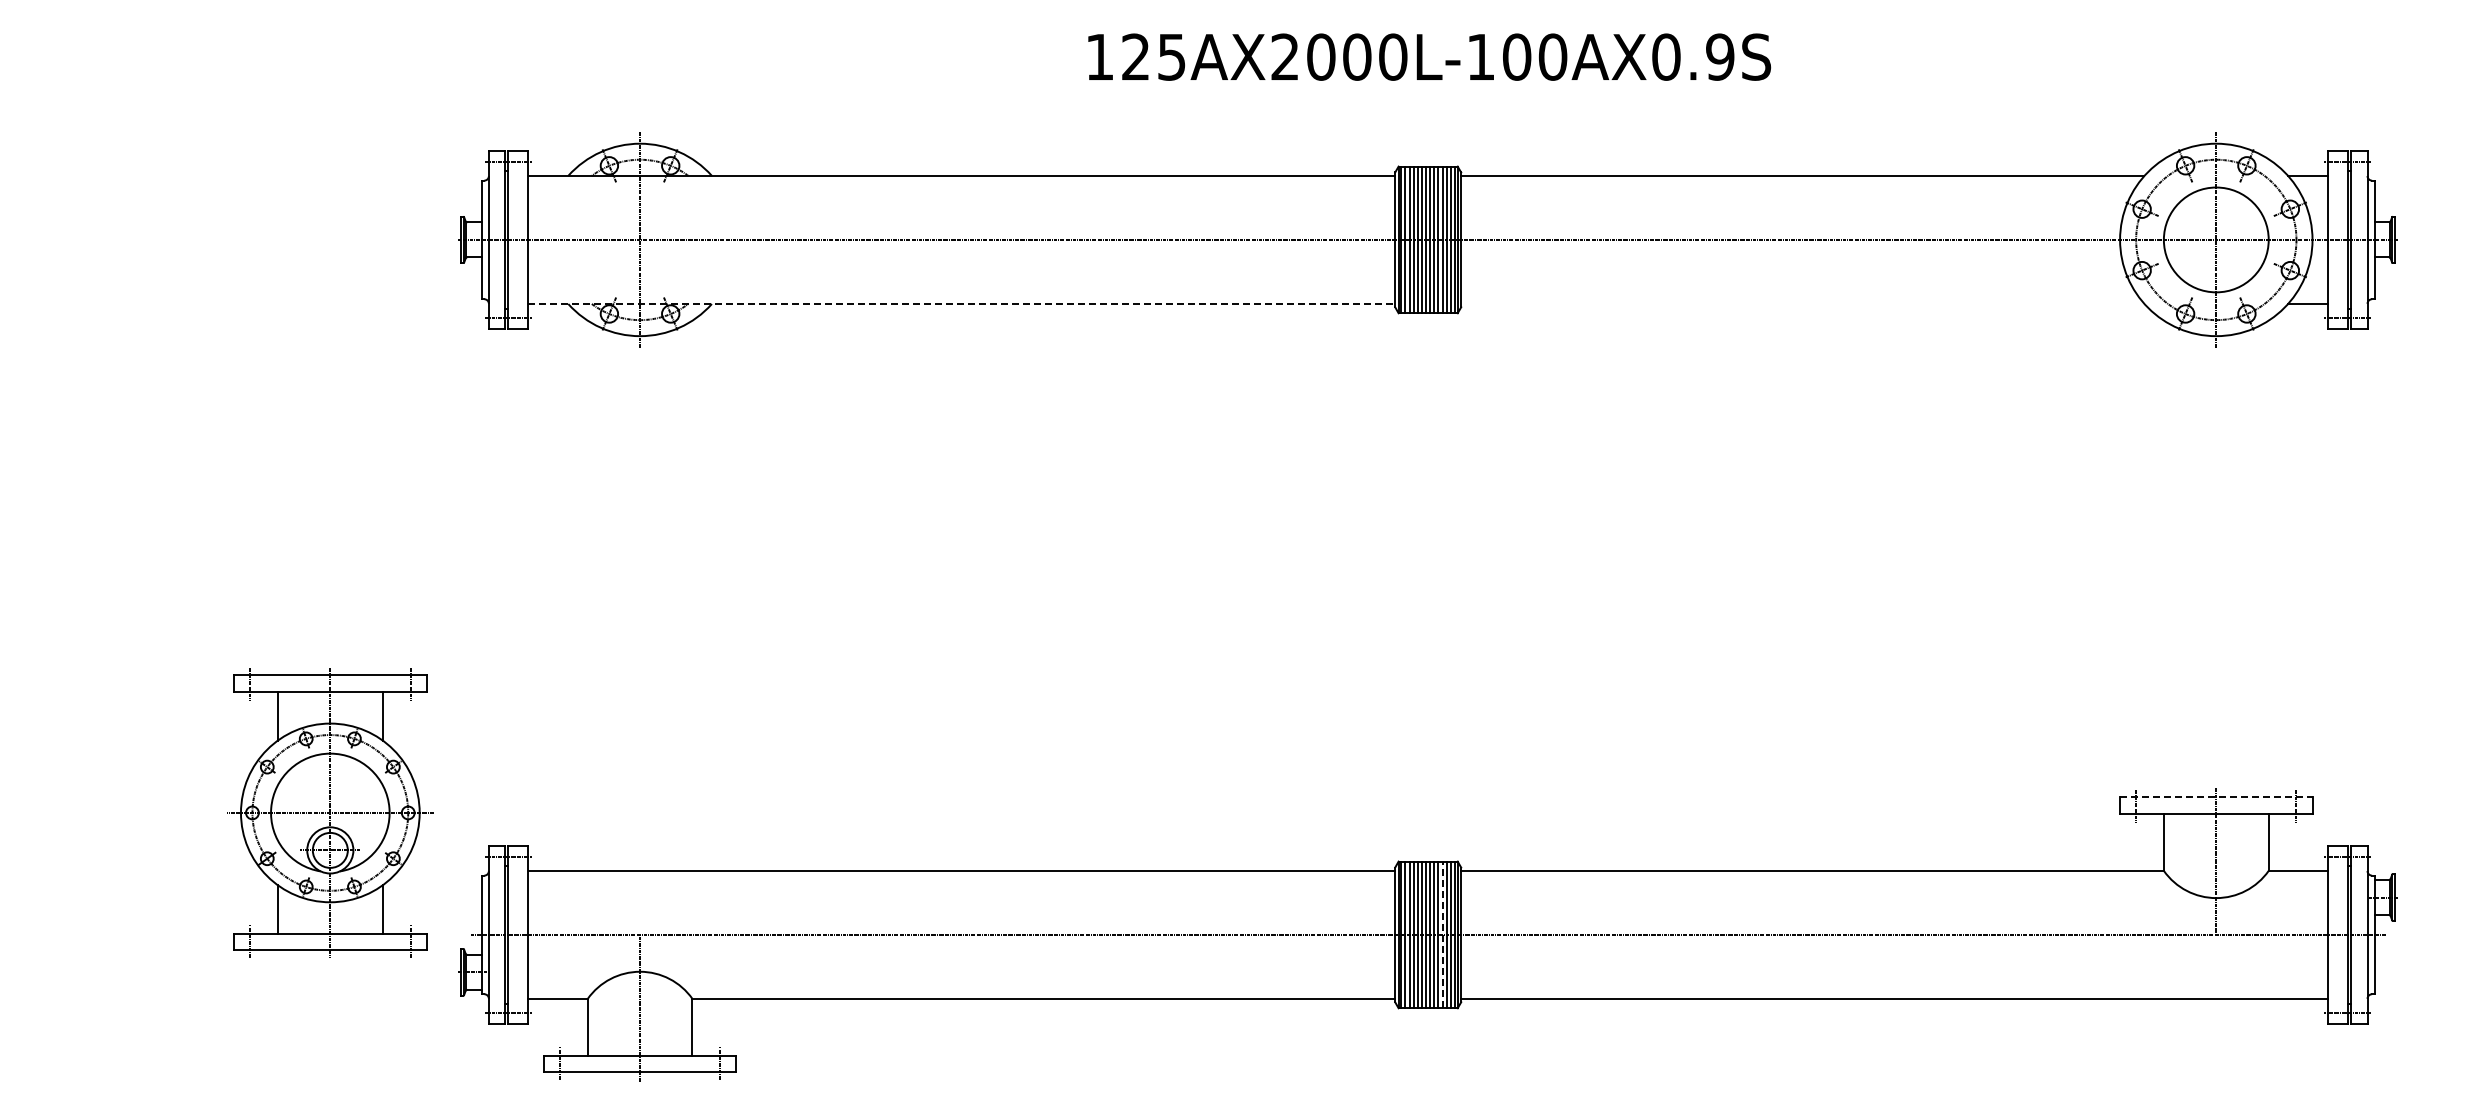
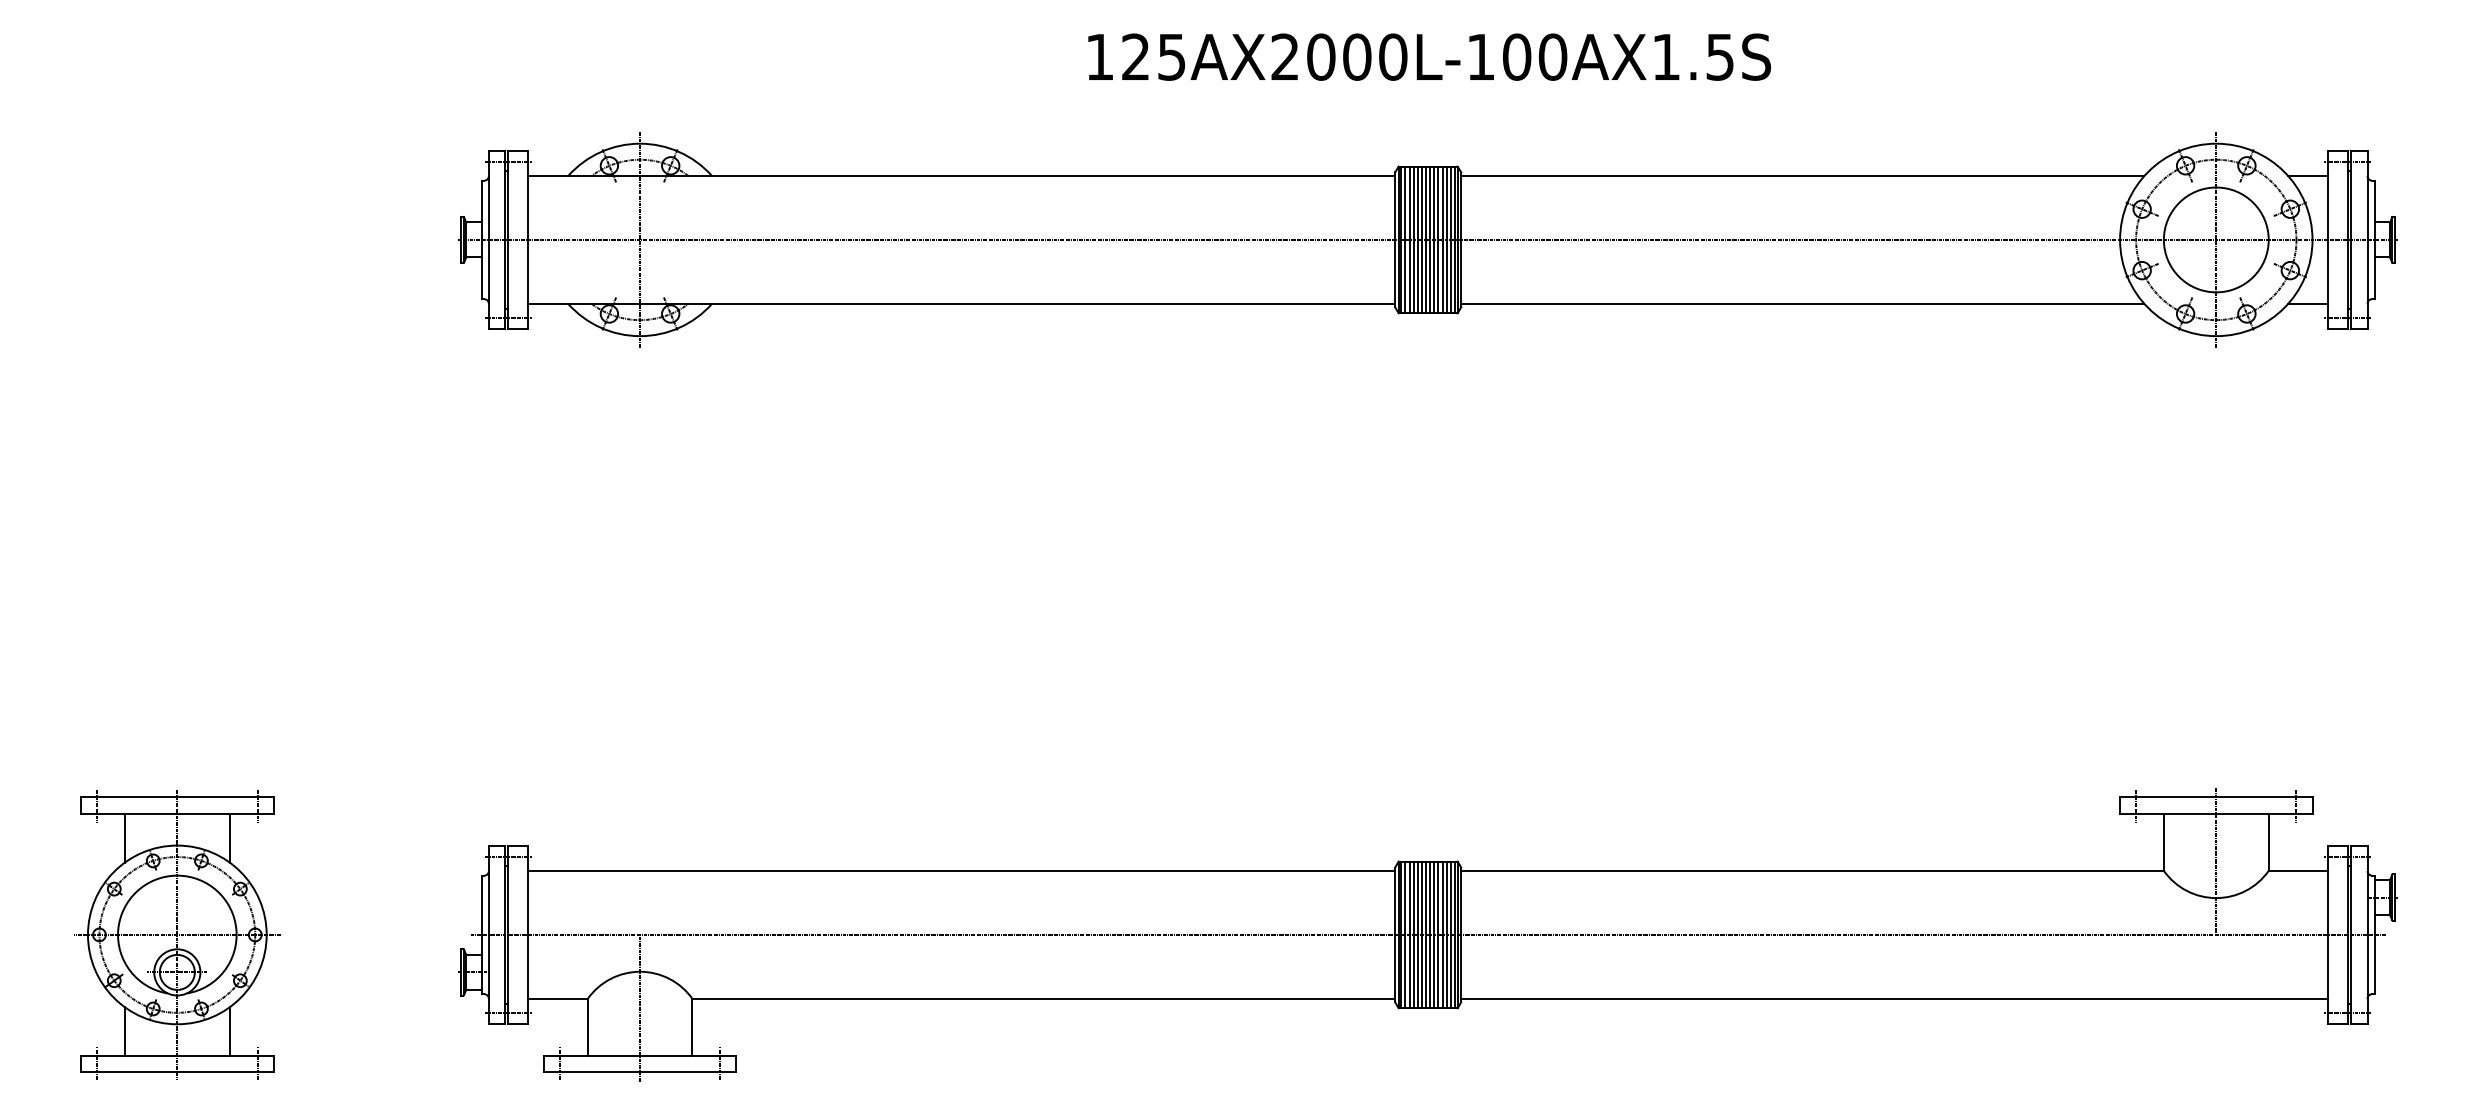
text at (1693, 56): 125AX2000L-100AX0.9S -> 125AX2000L-100AX1.5S
line at (962, 304): dashed -> solid
line at (1802, 304): none -> present
line at (2216, 797): dashed -> solid
part at (330, 812) position: (330, 812) -> (177, 934)
line at (1442, 934): dashed -> solid
